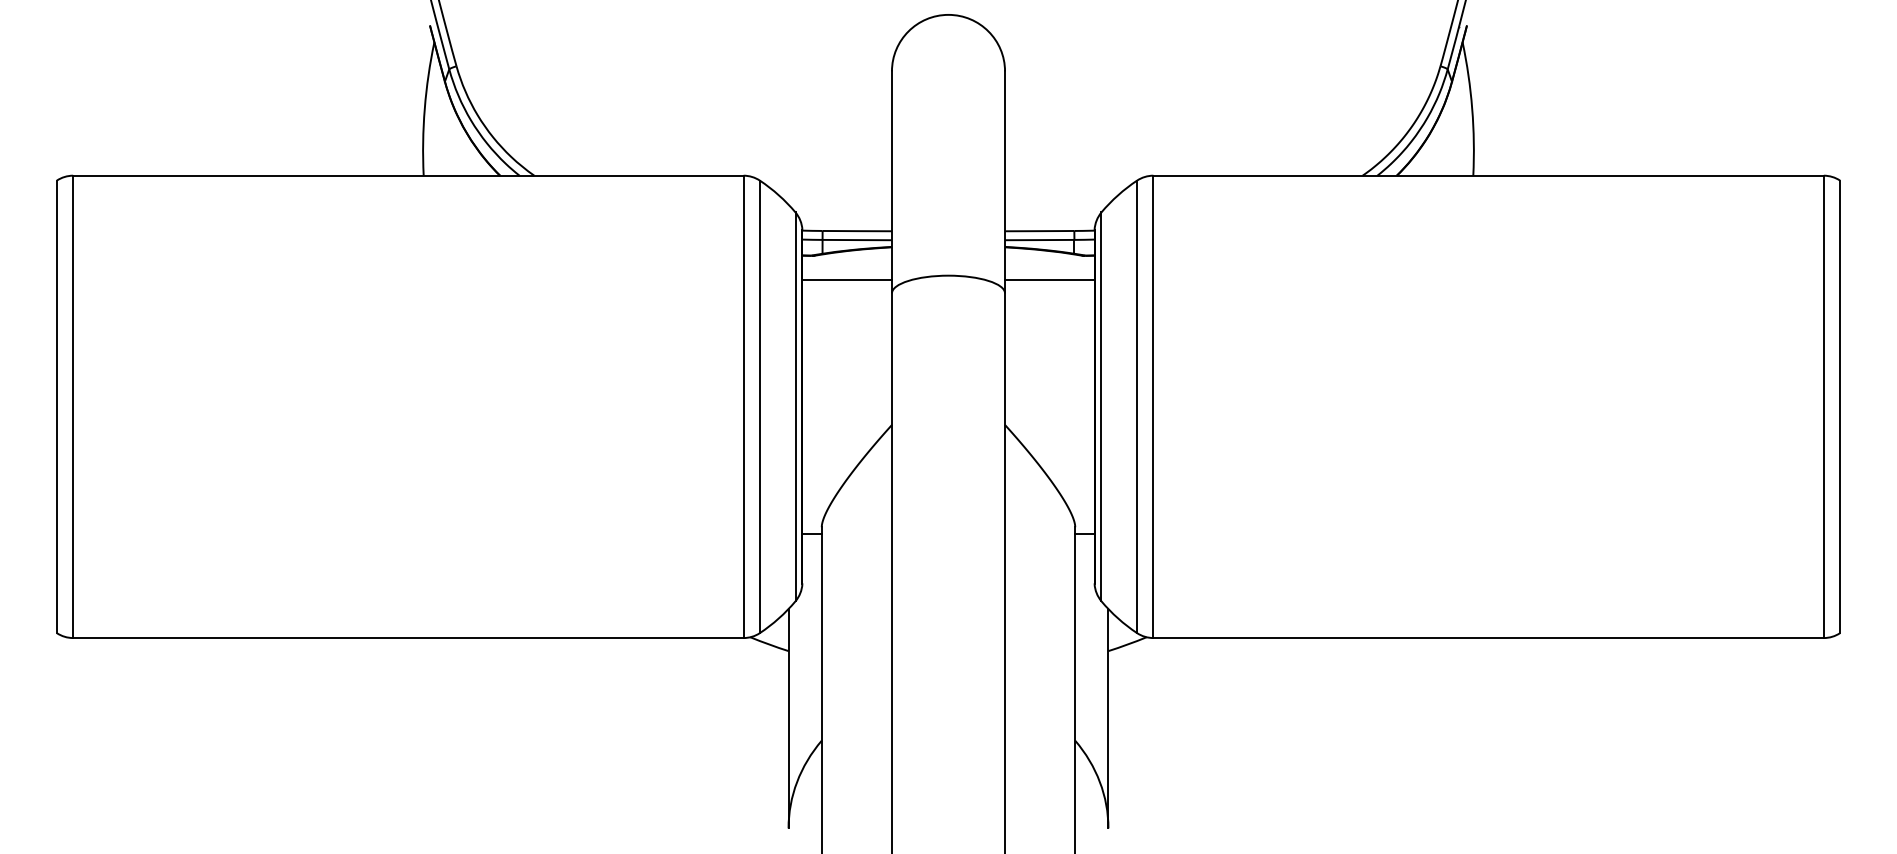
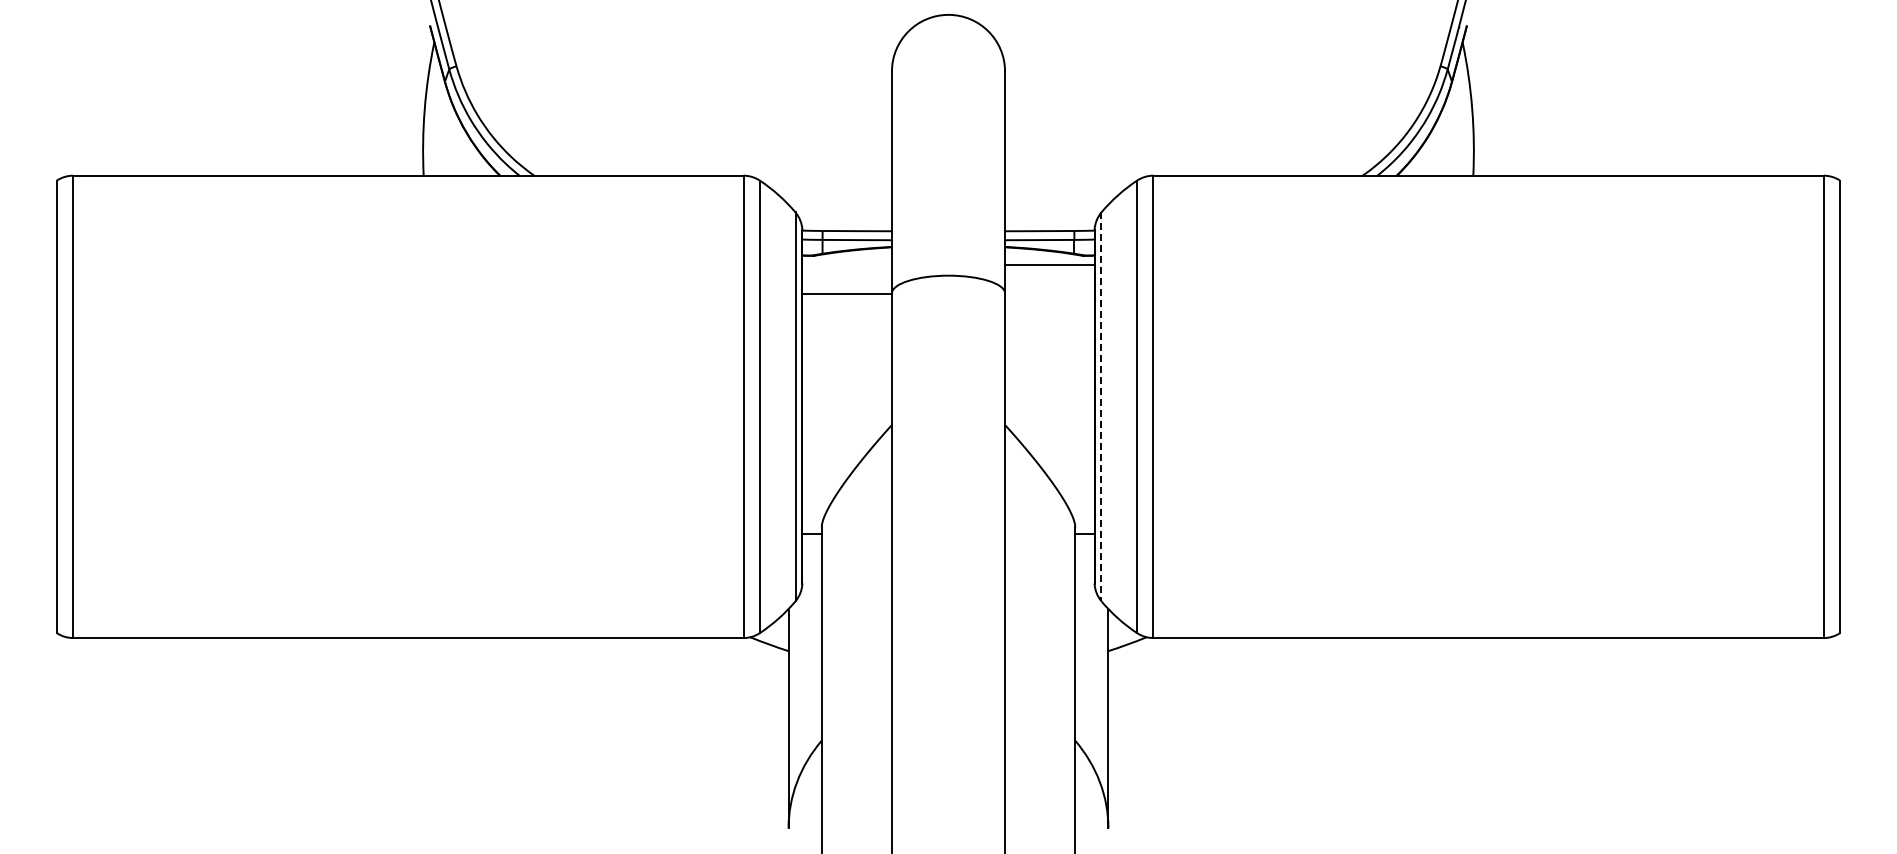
line at (846, 280) position: (846, 280) -> (846, 294)
line at (1049, 280) position: (1049, 280) -> (1049, 265)
line at (1101, 407): solid -> dashed
